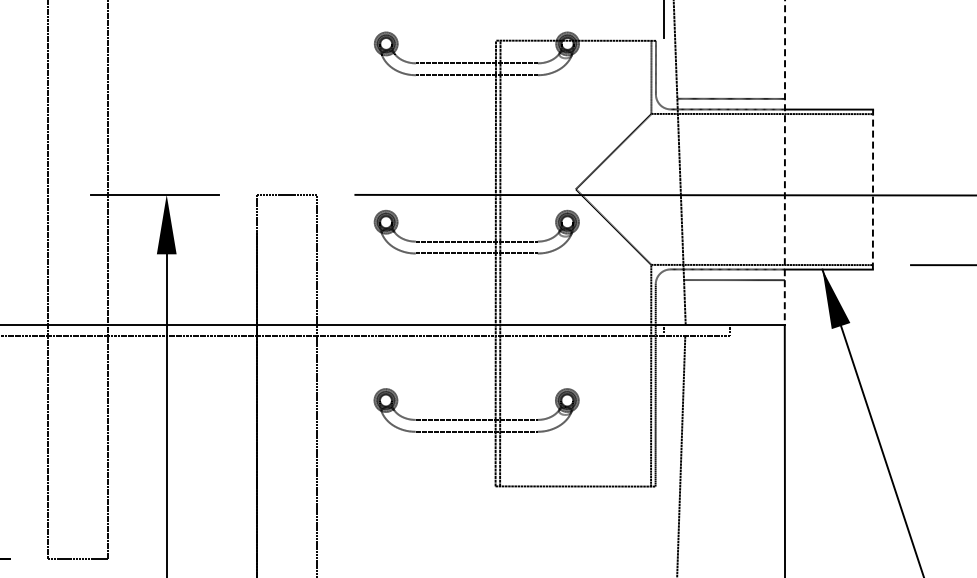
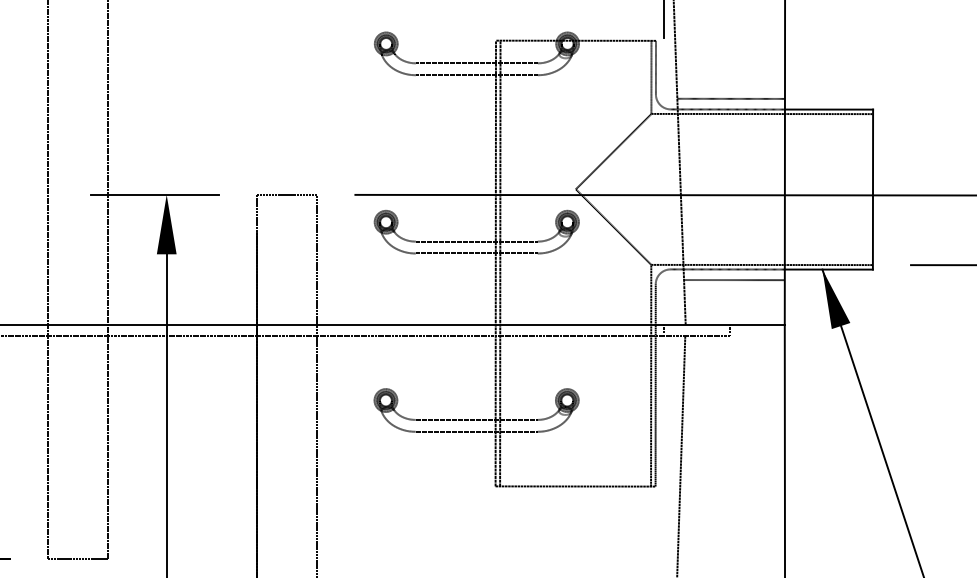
line at (784, 163): dashed -> solid
line at (873, 189): dashed -> solid
